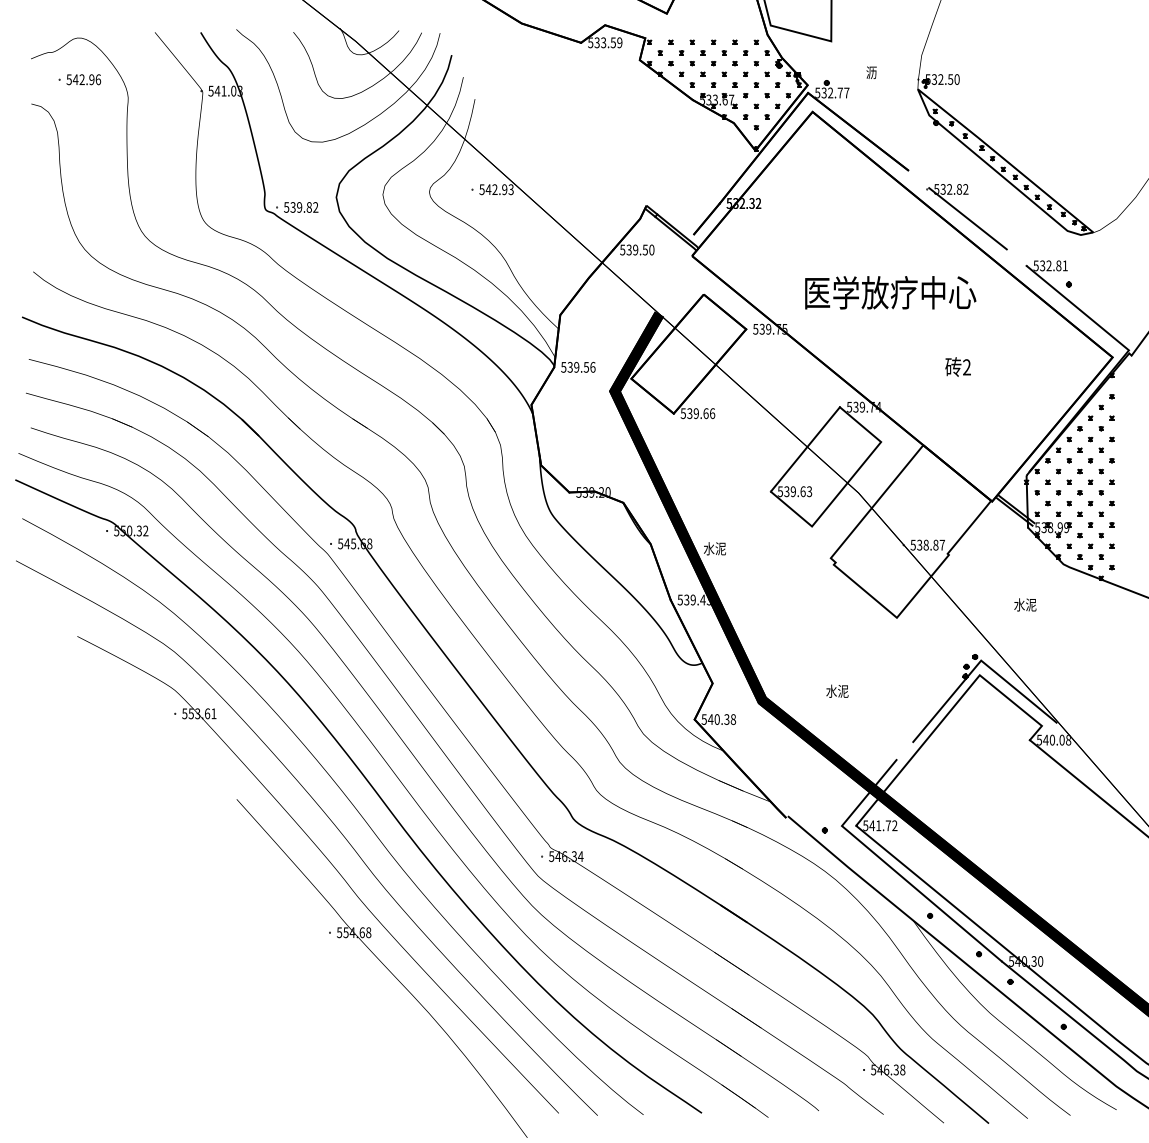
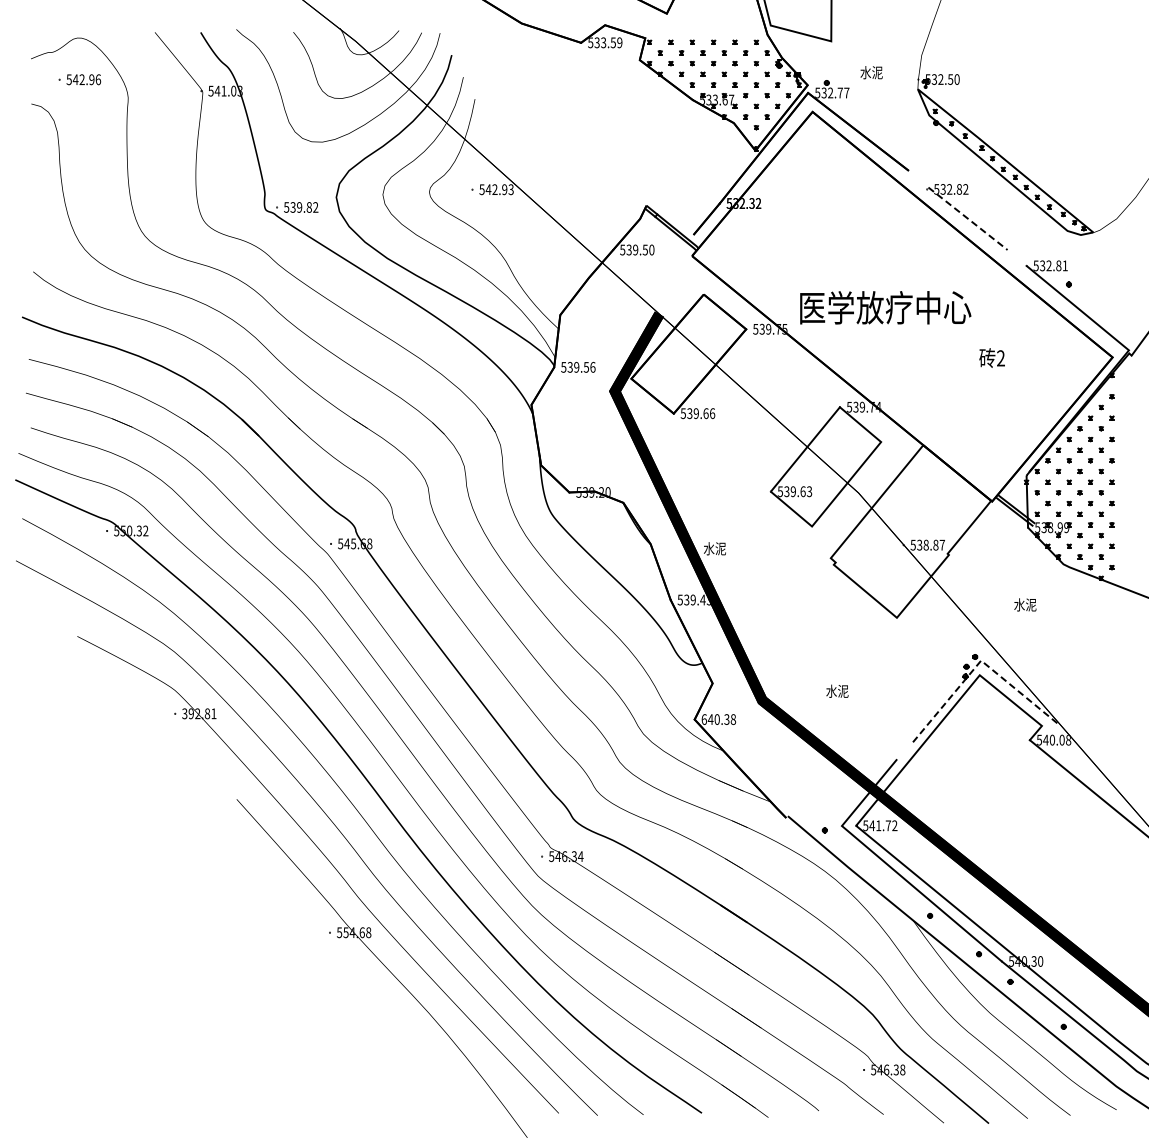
text at (871, 72): 沥 -> 水泥
line at (968, 219): solid -> dashed
text at (890, 292) position: (890, 292) -> (885, 307)
text at (957, 366) position: (957, 366) -> (991, 357)
line at (978, 663): solid -> dashed
text at (196, 713): 553.61 -> 392.81
text at (703, 719): 540.38 -> 640.38
